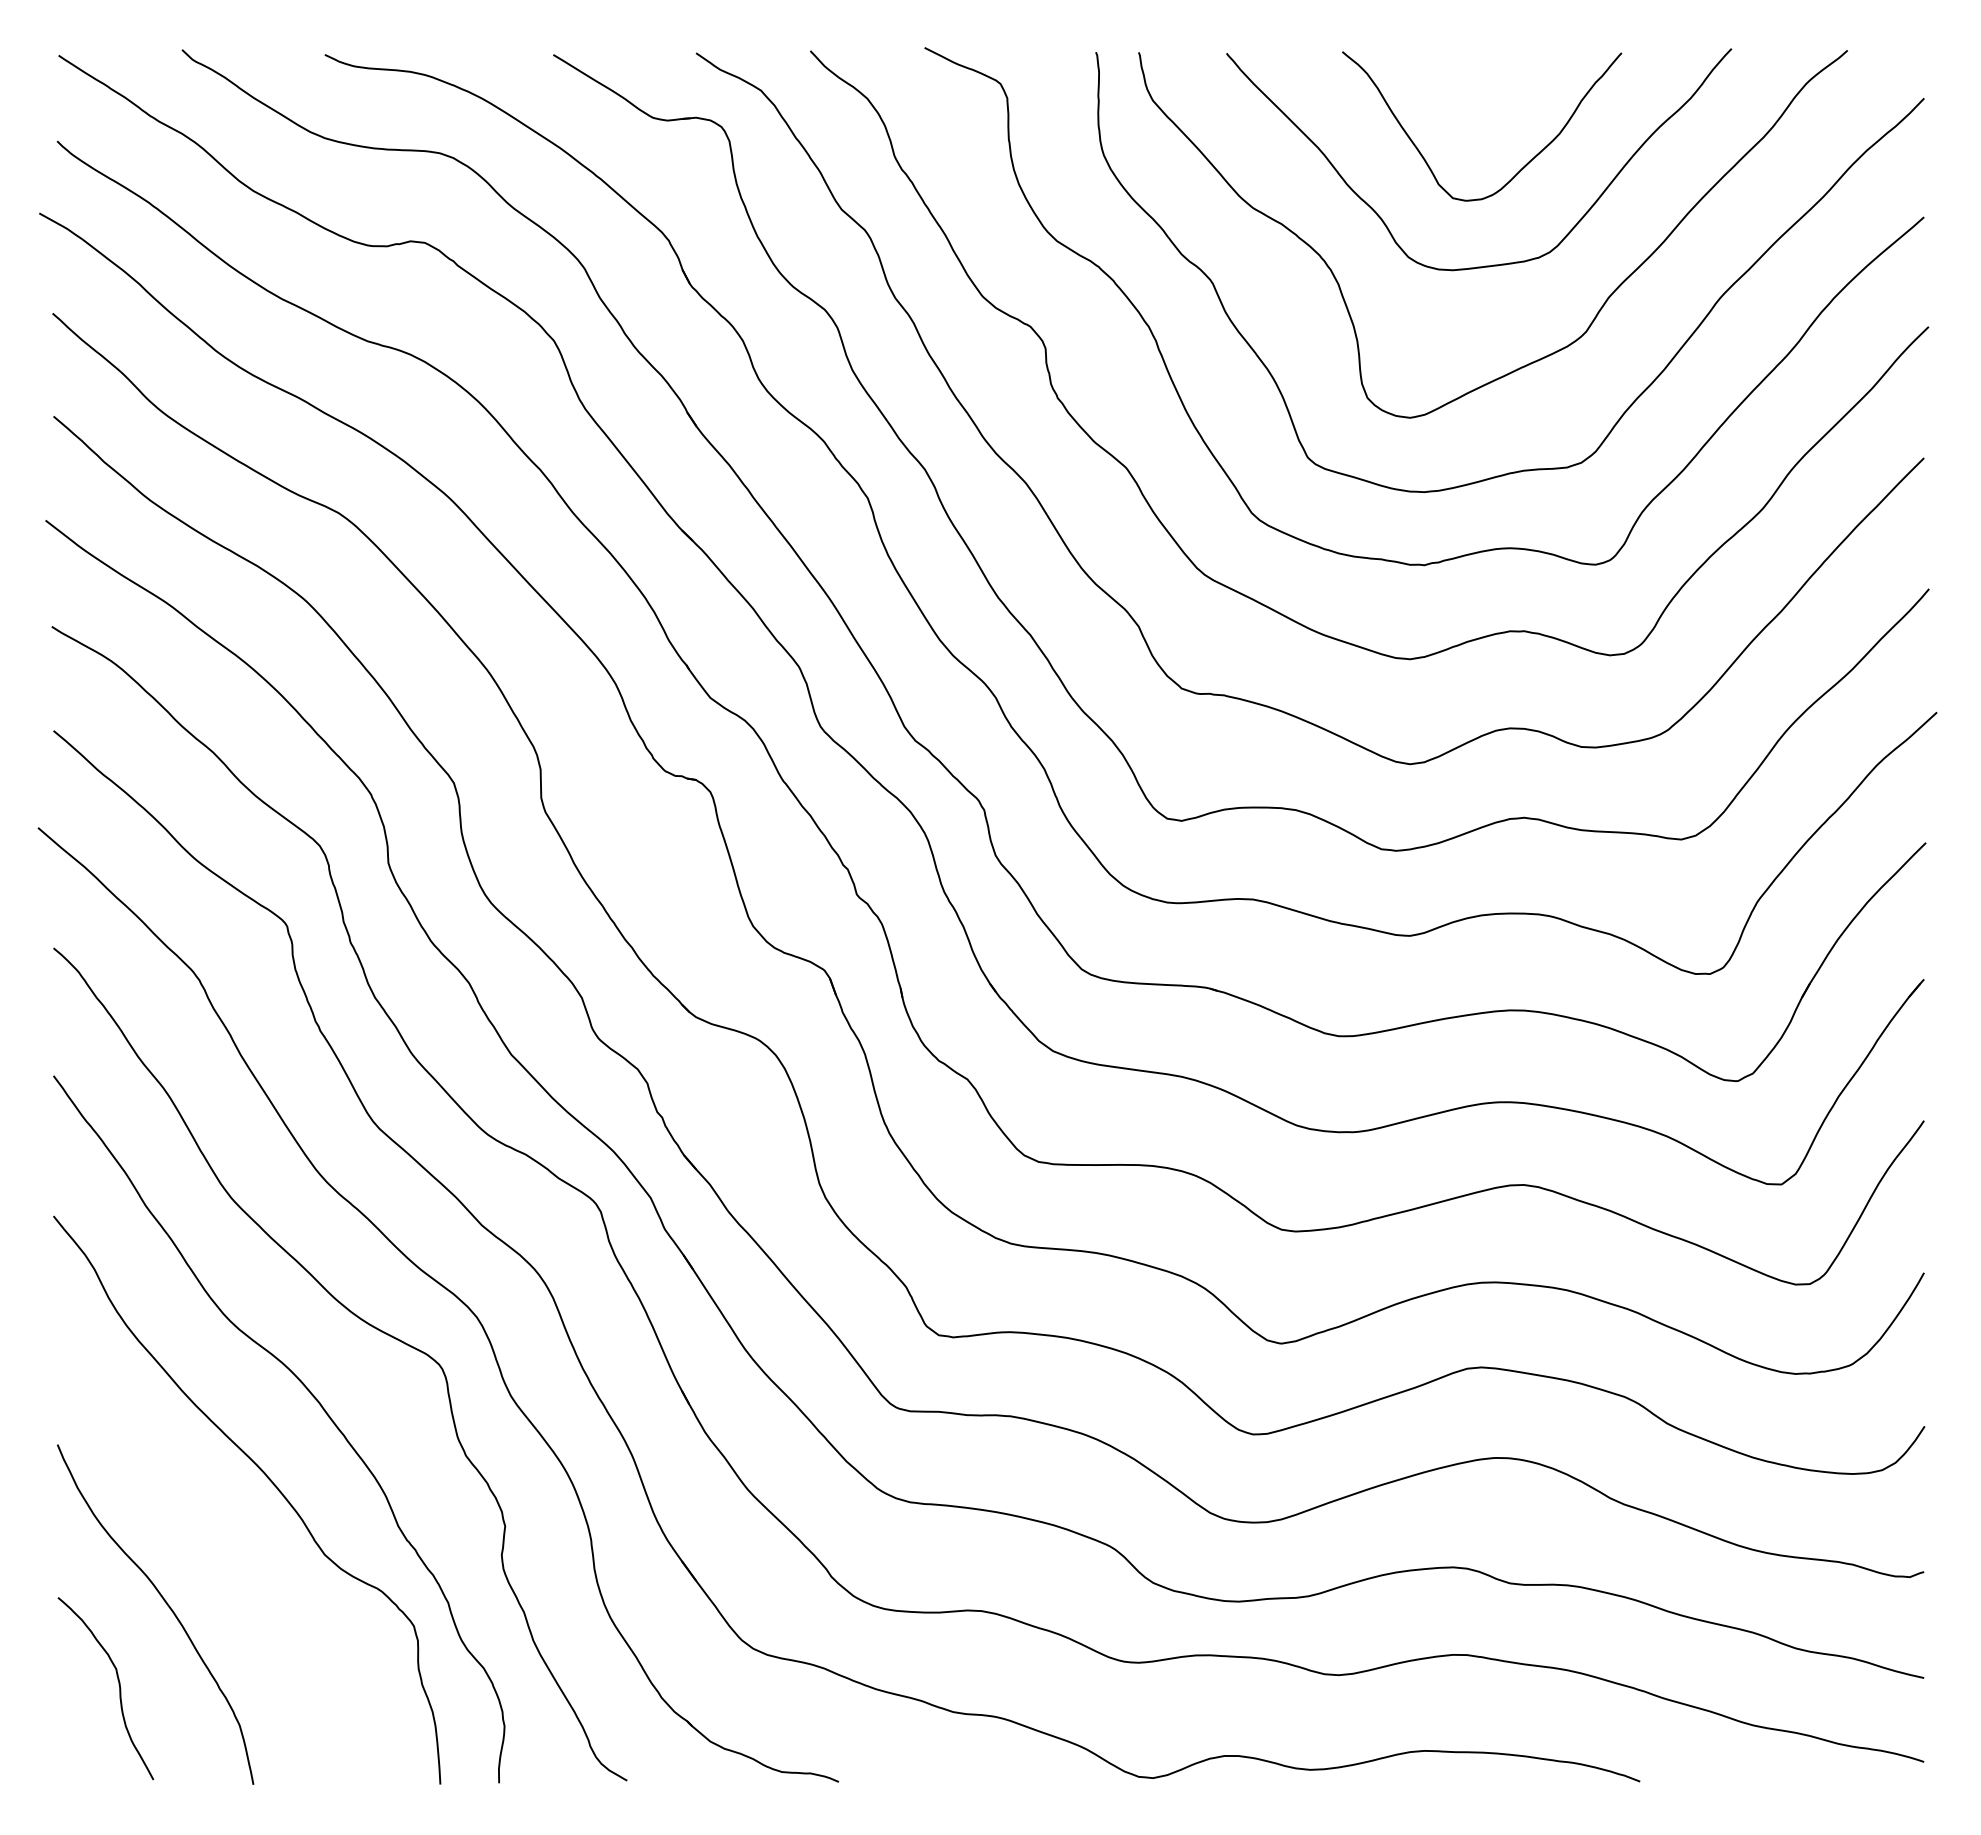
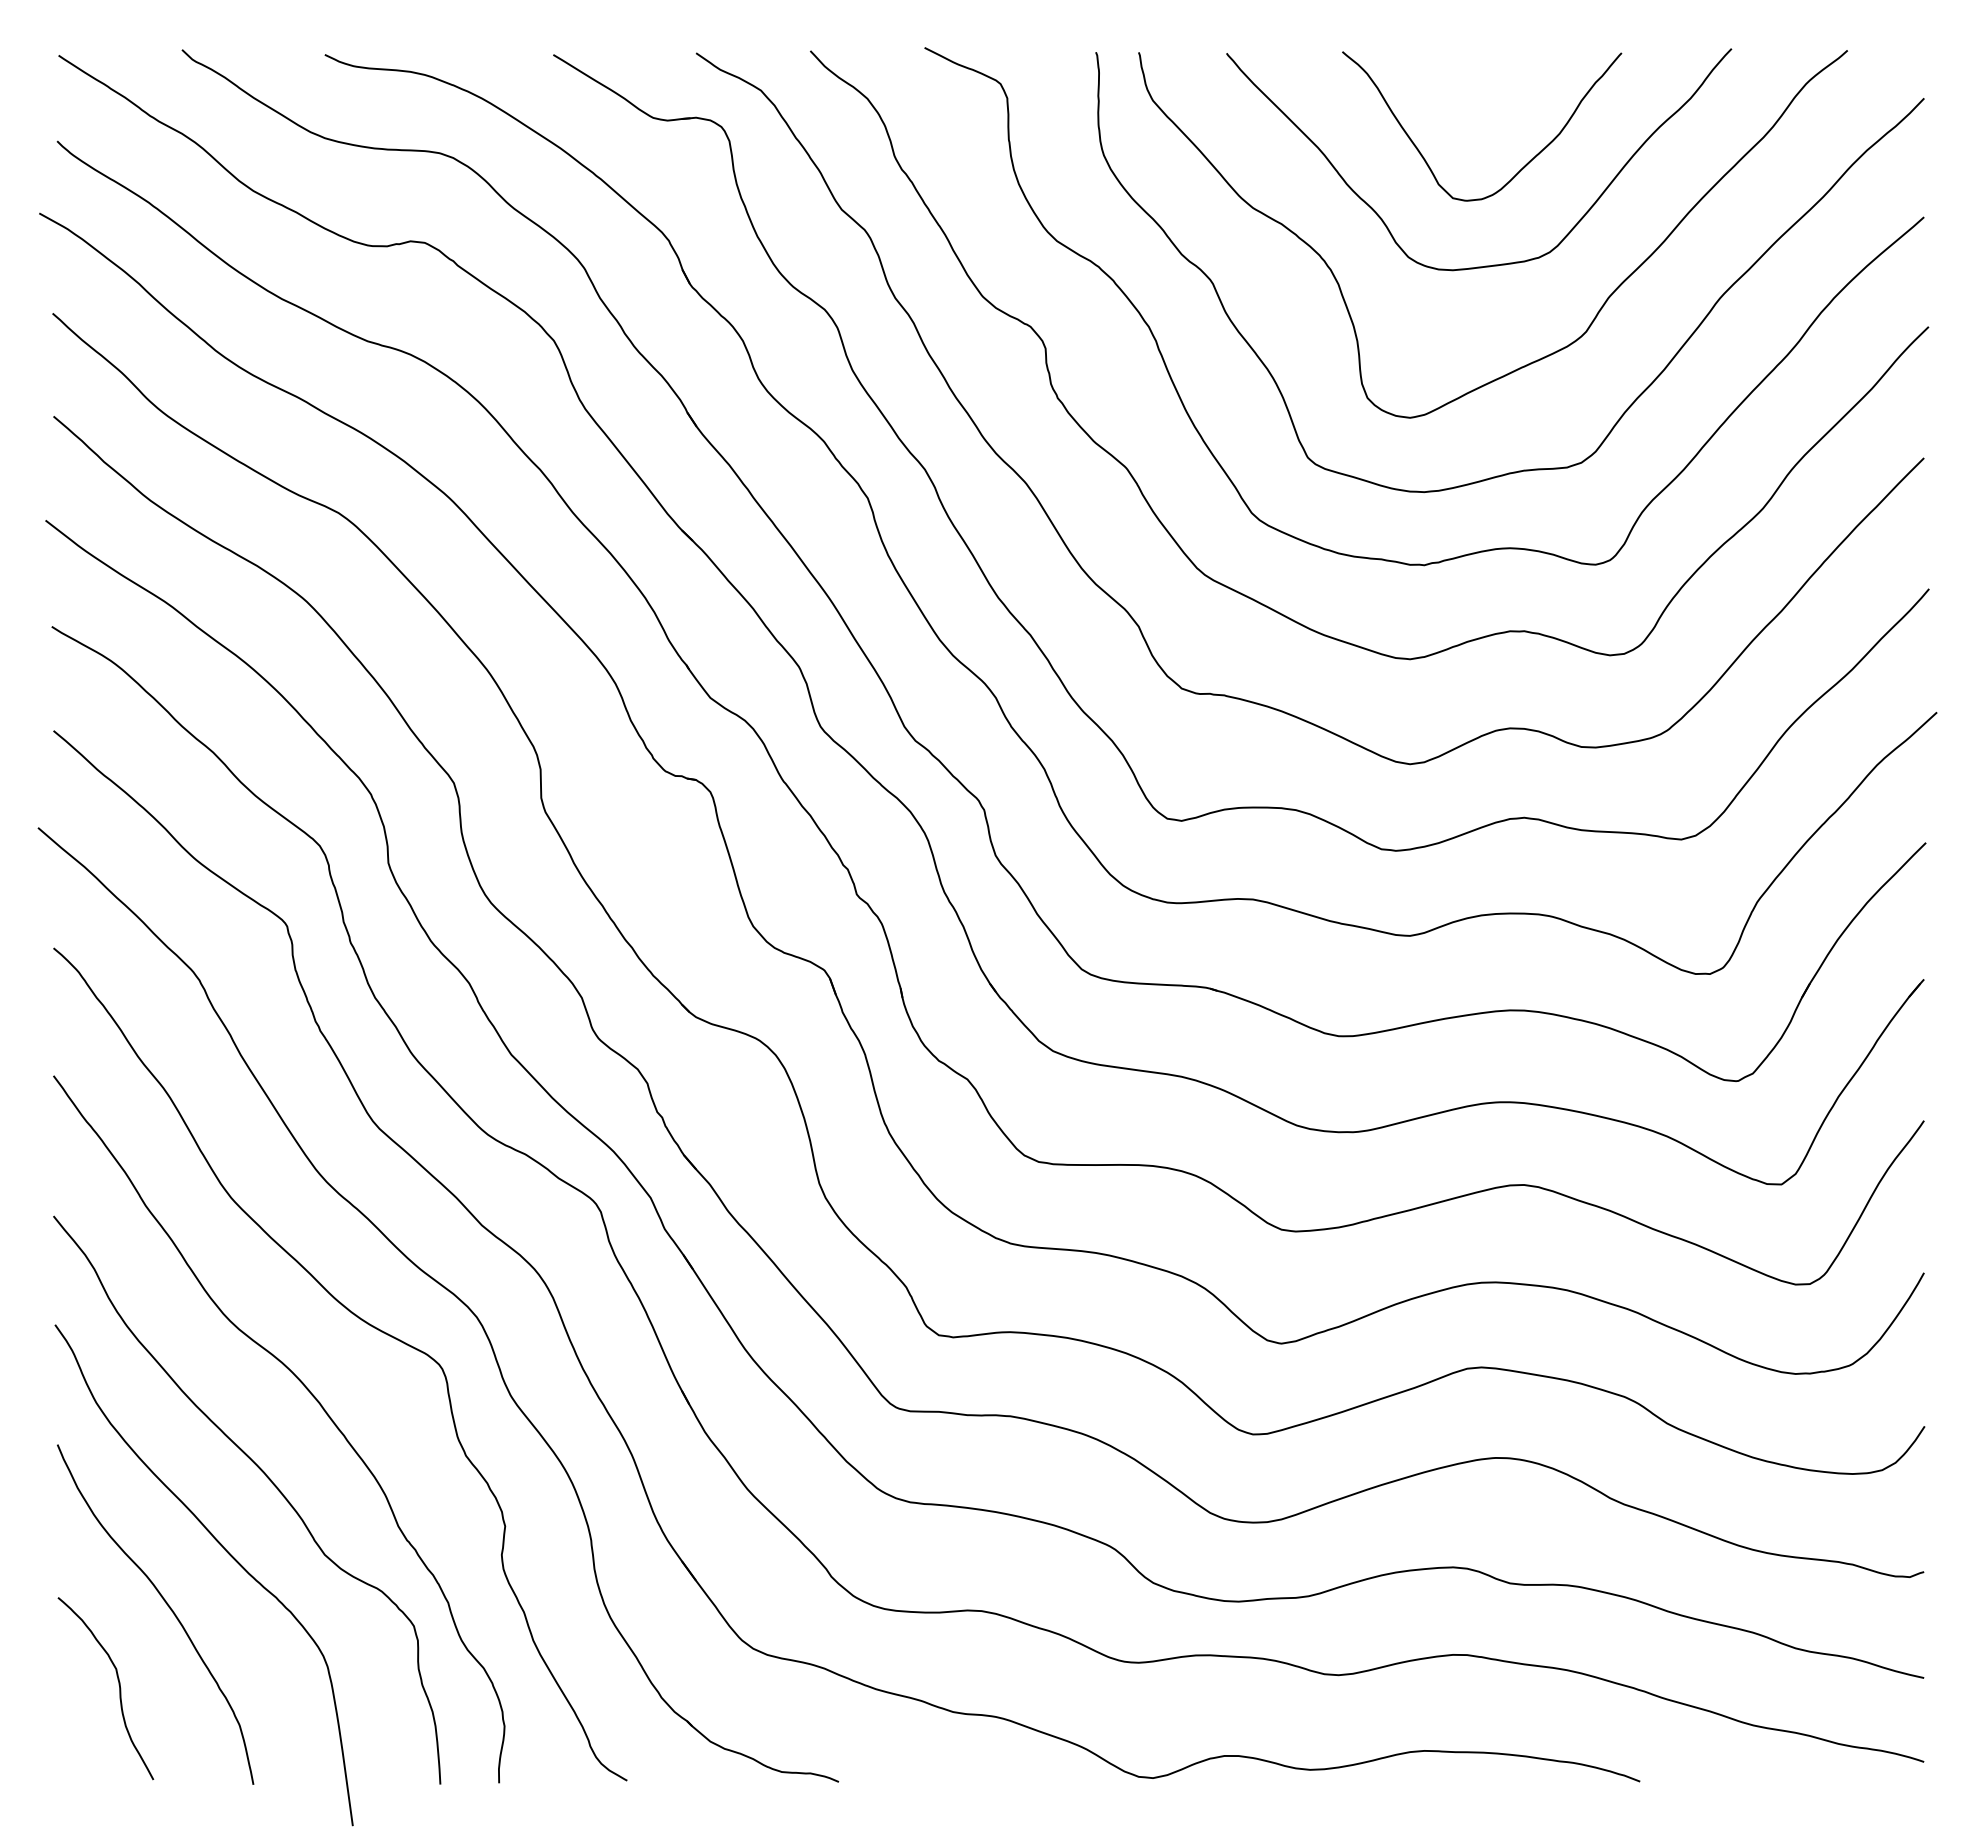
curve at (226, 1552): none -> present
